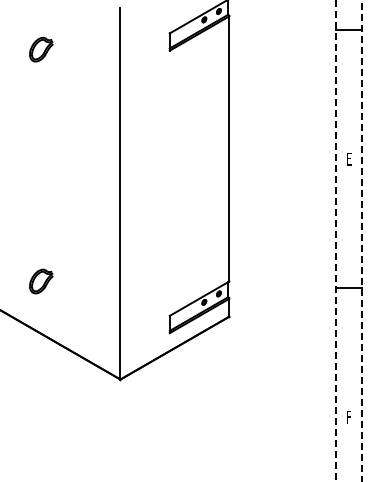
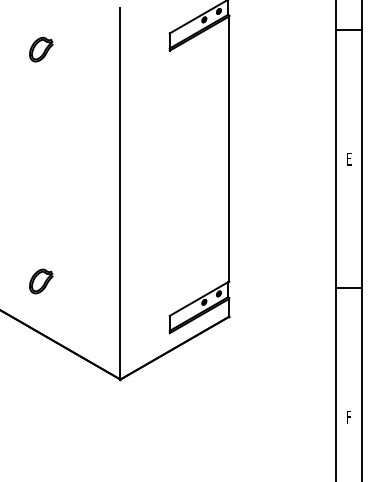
line at (336, 240): dashed -> solid
line at (362, 240): dashed -> solid
